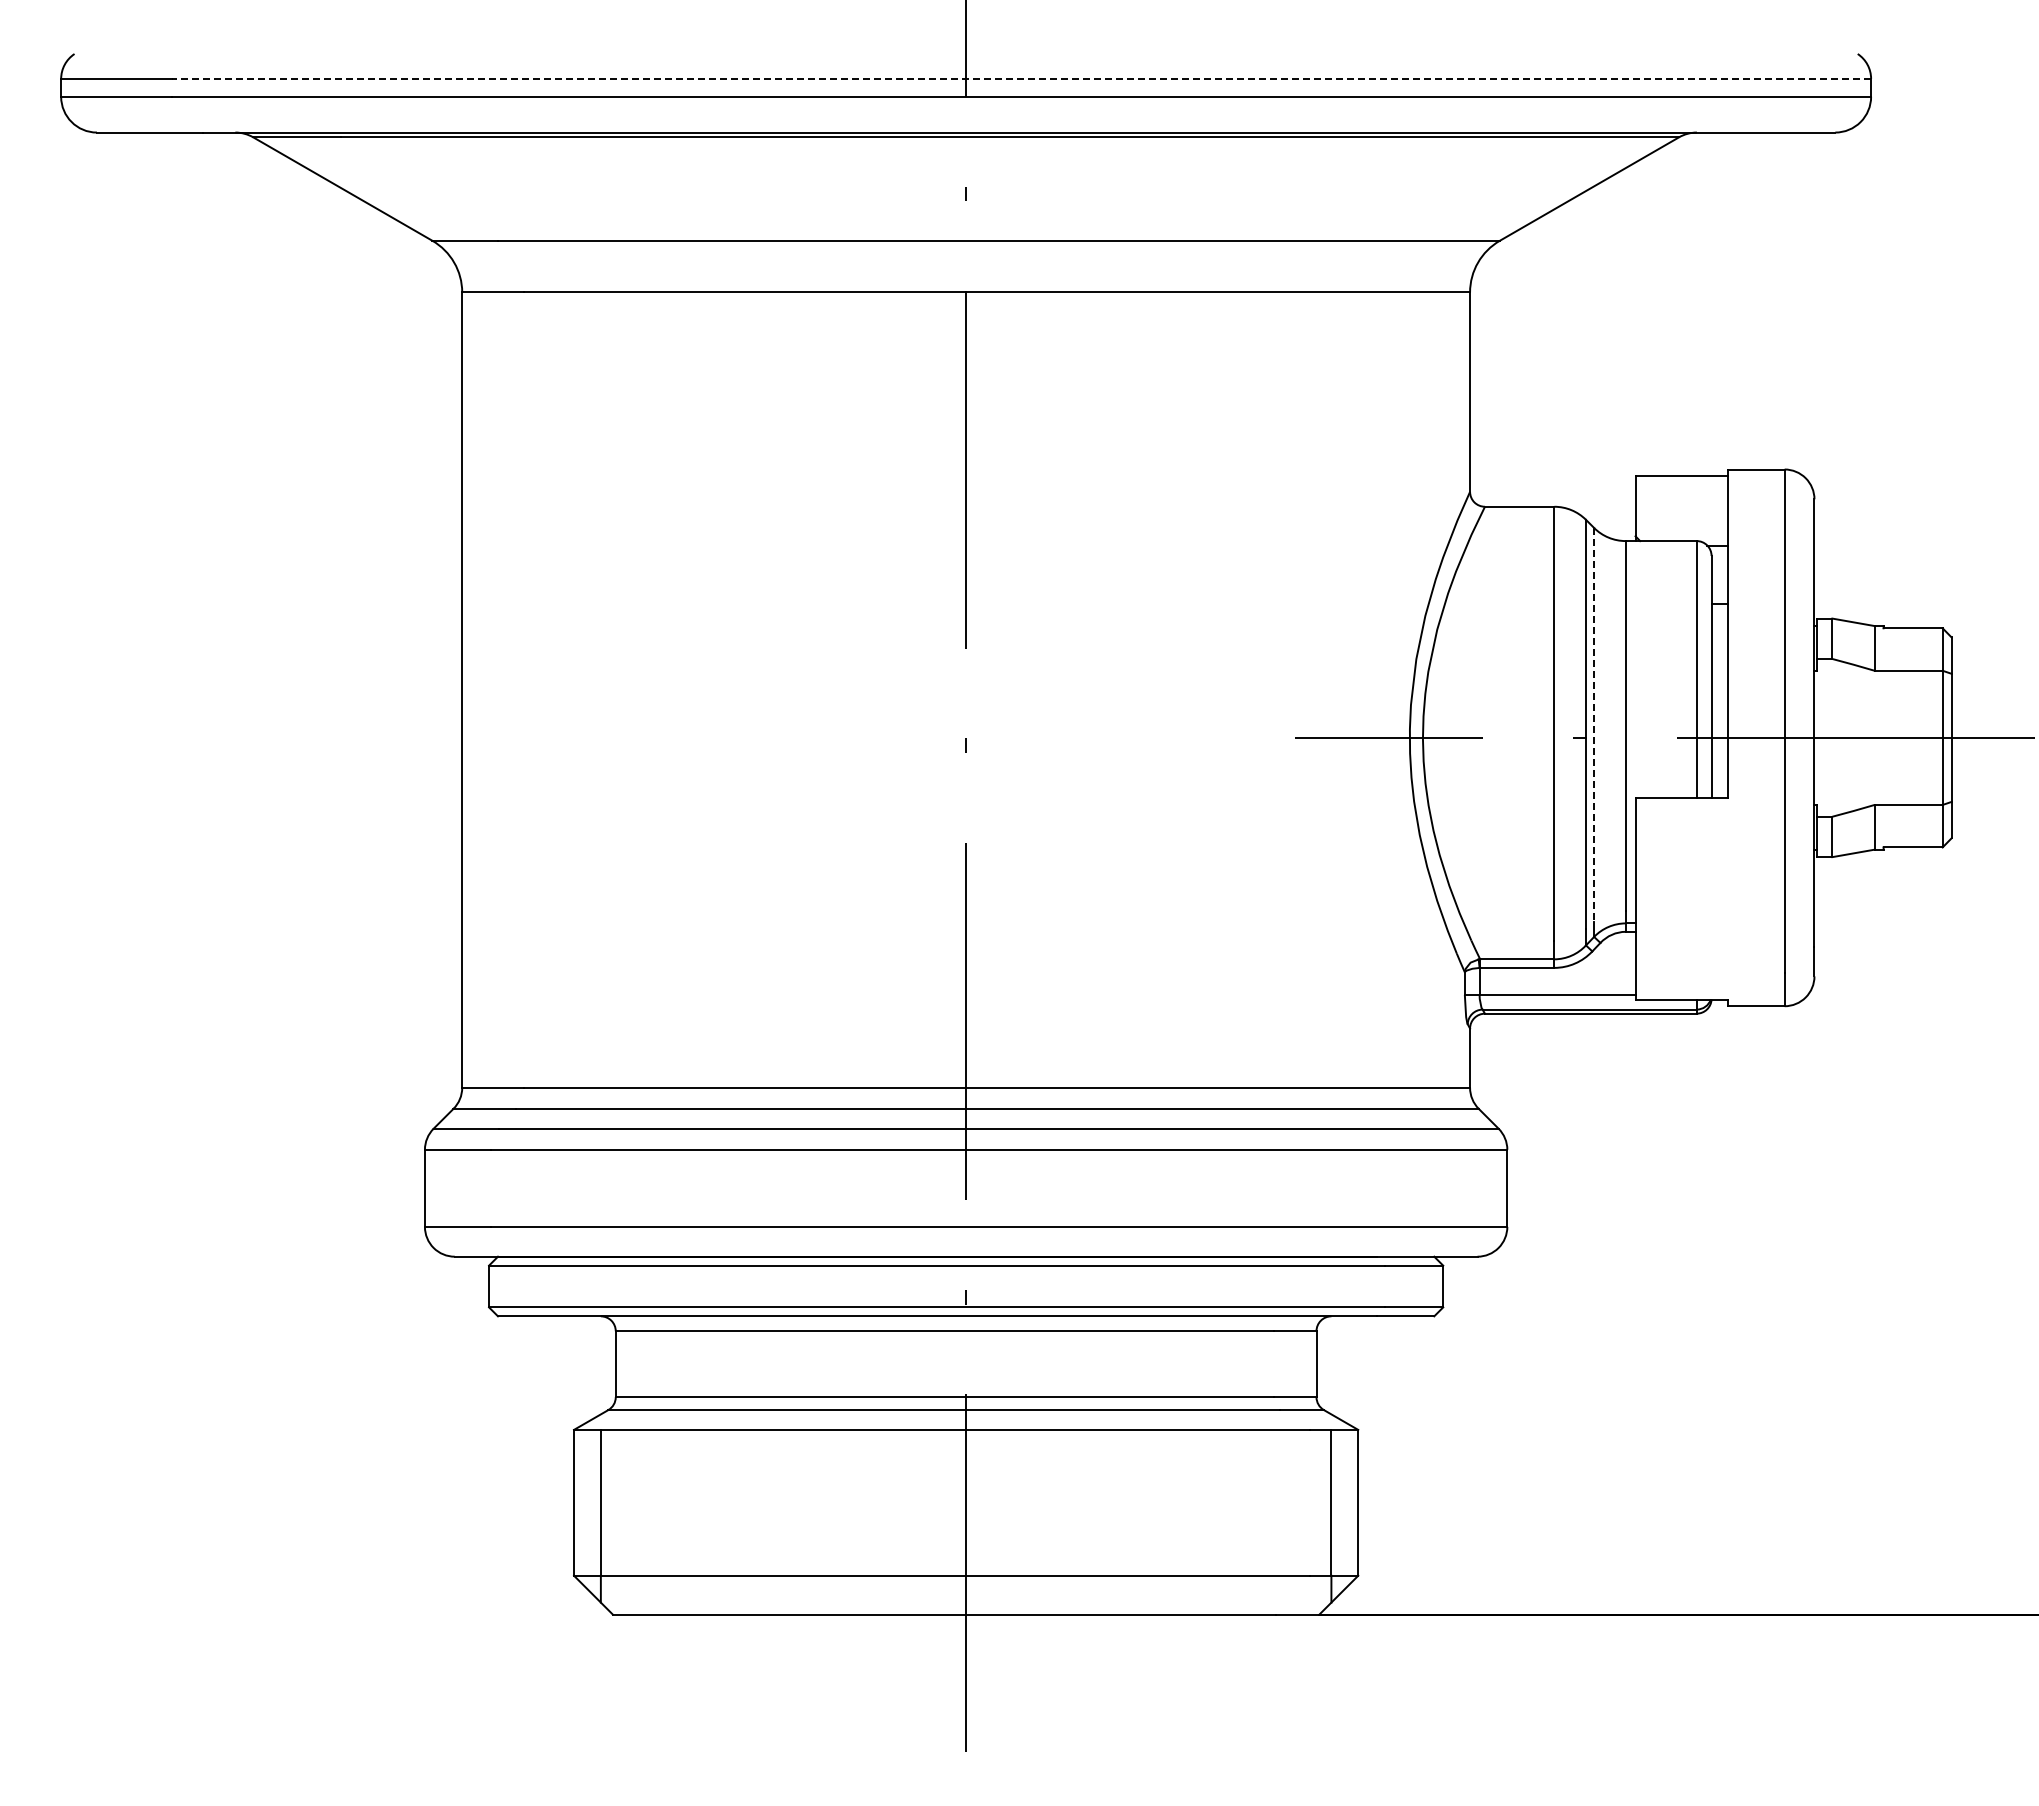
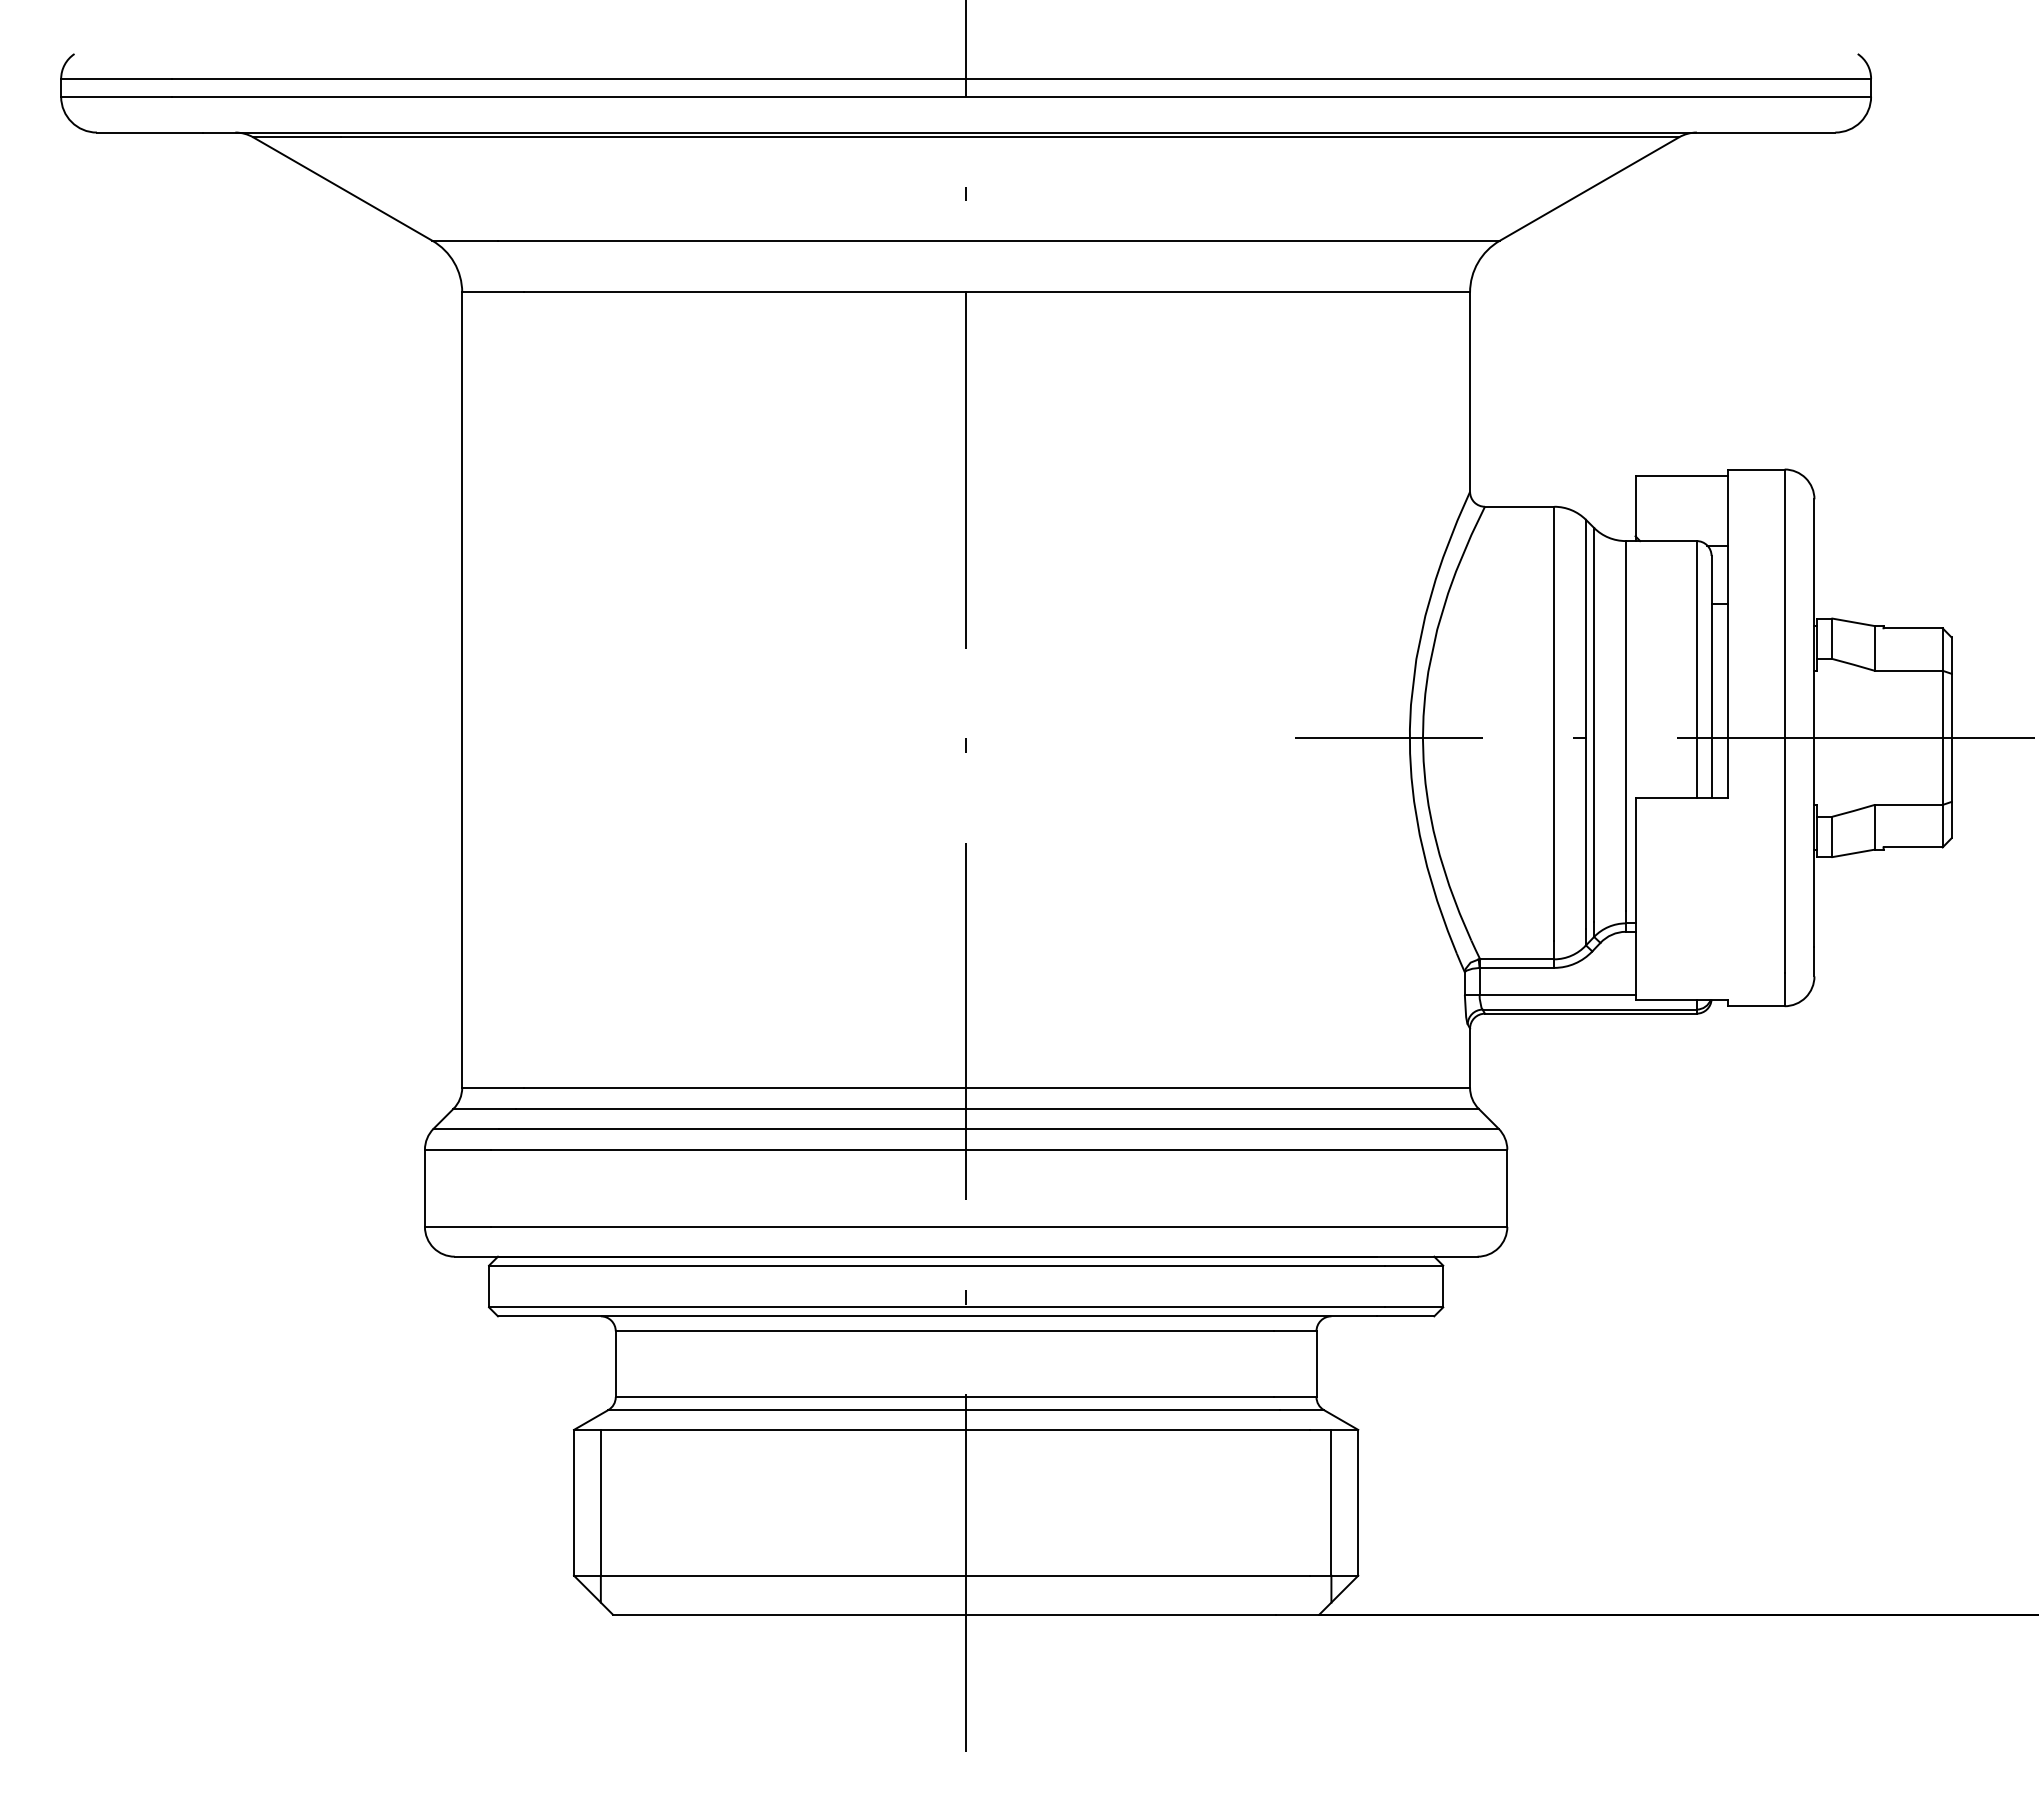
line at (1021, 78): dashed -> solid
line at (1594, 725): dashed -> solid
